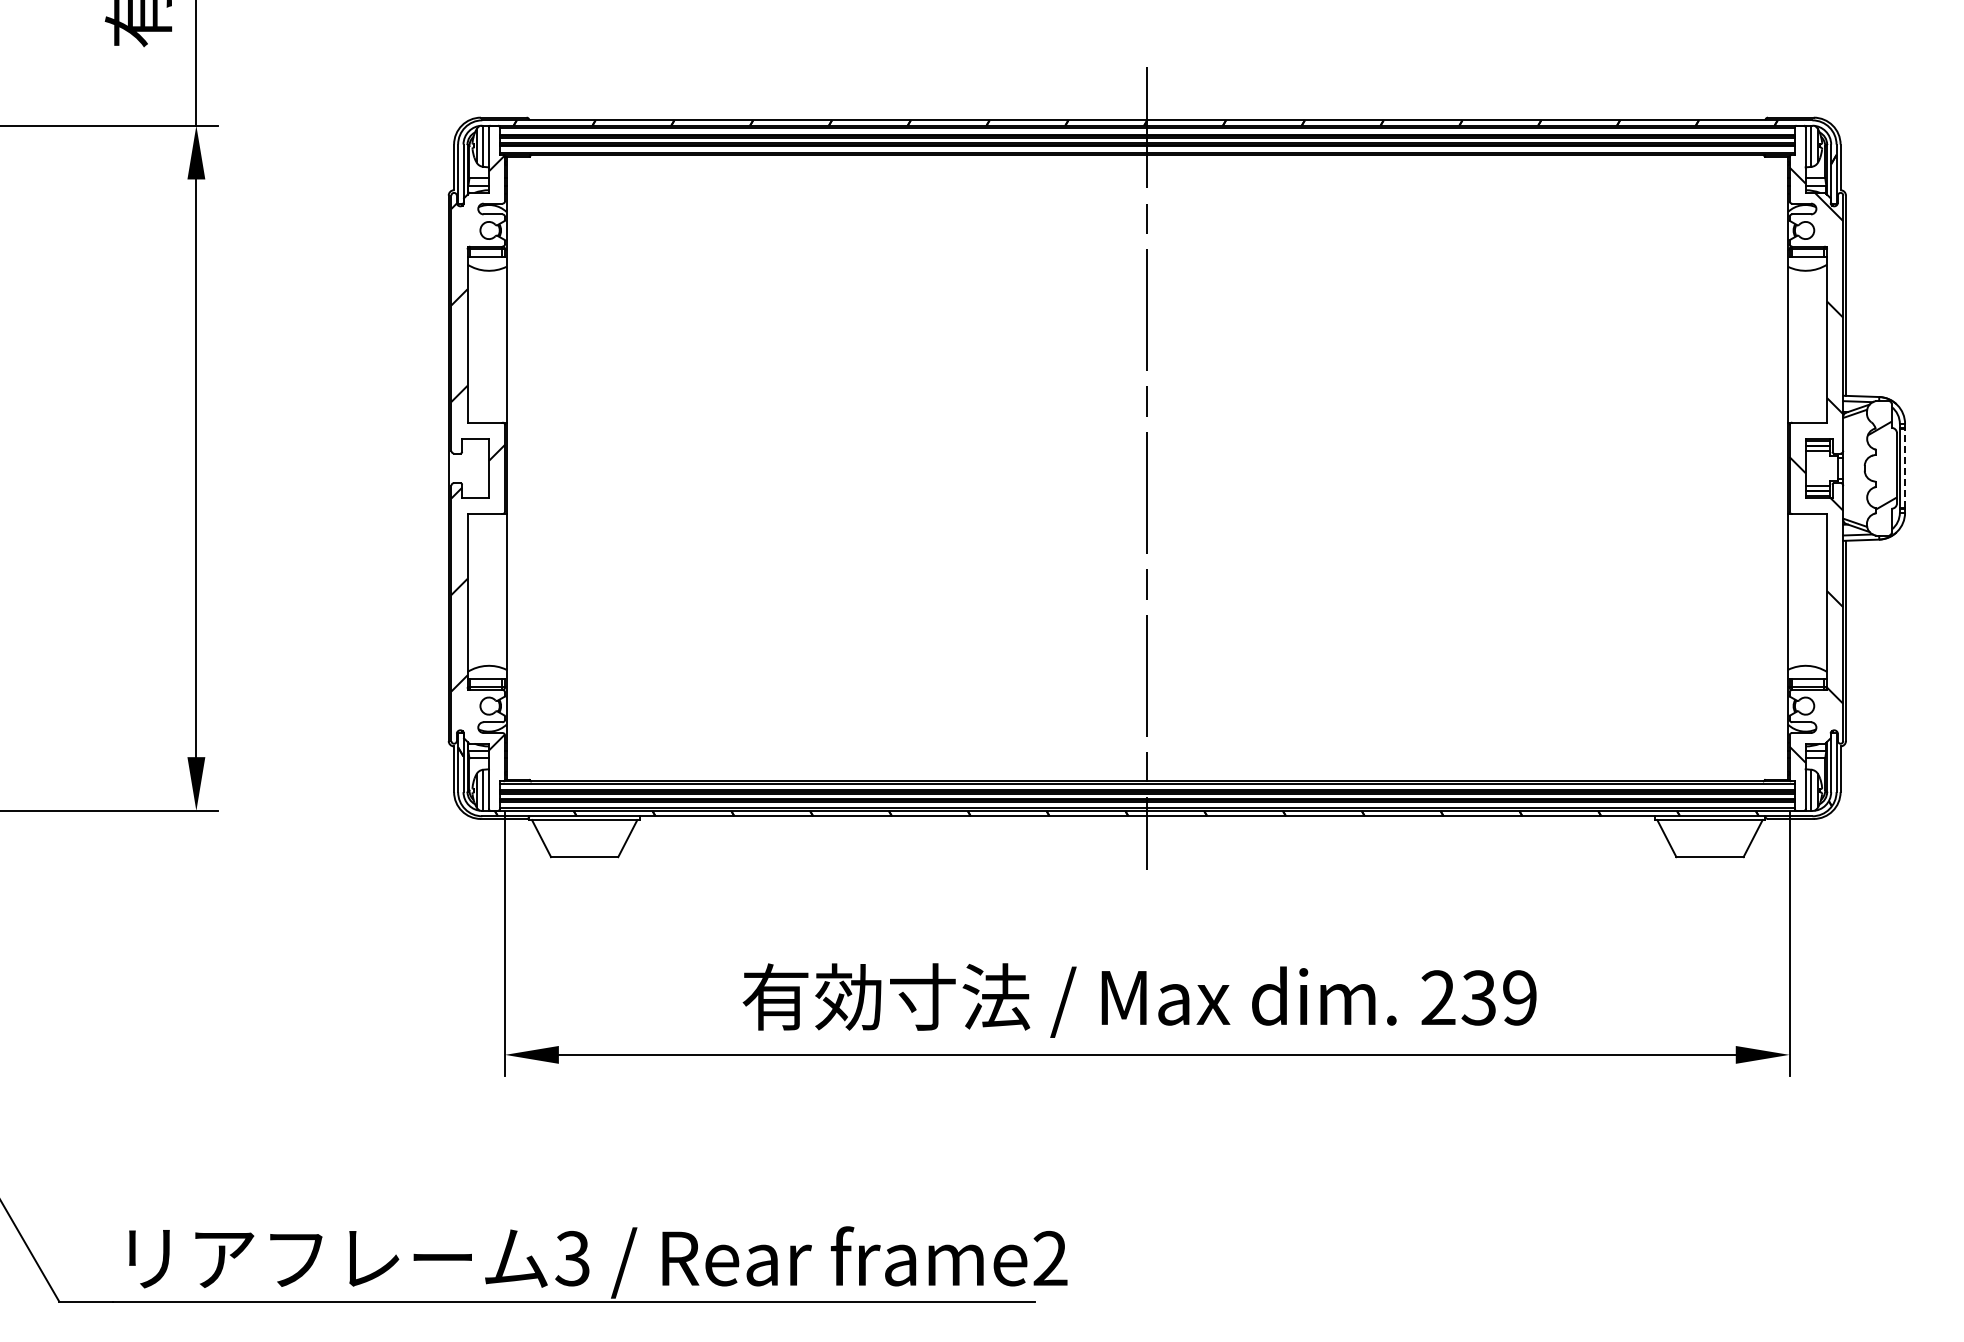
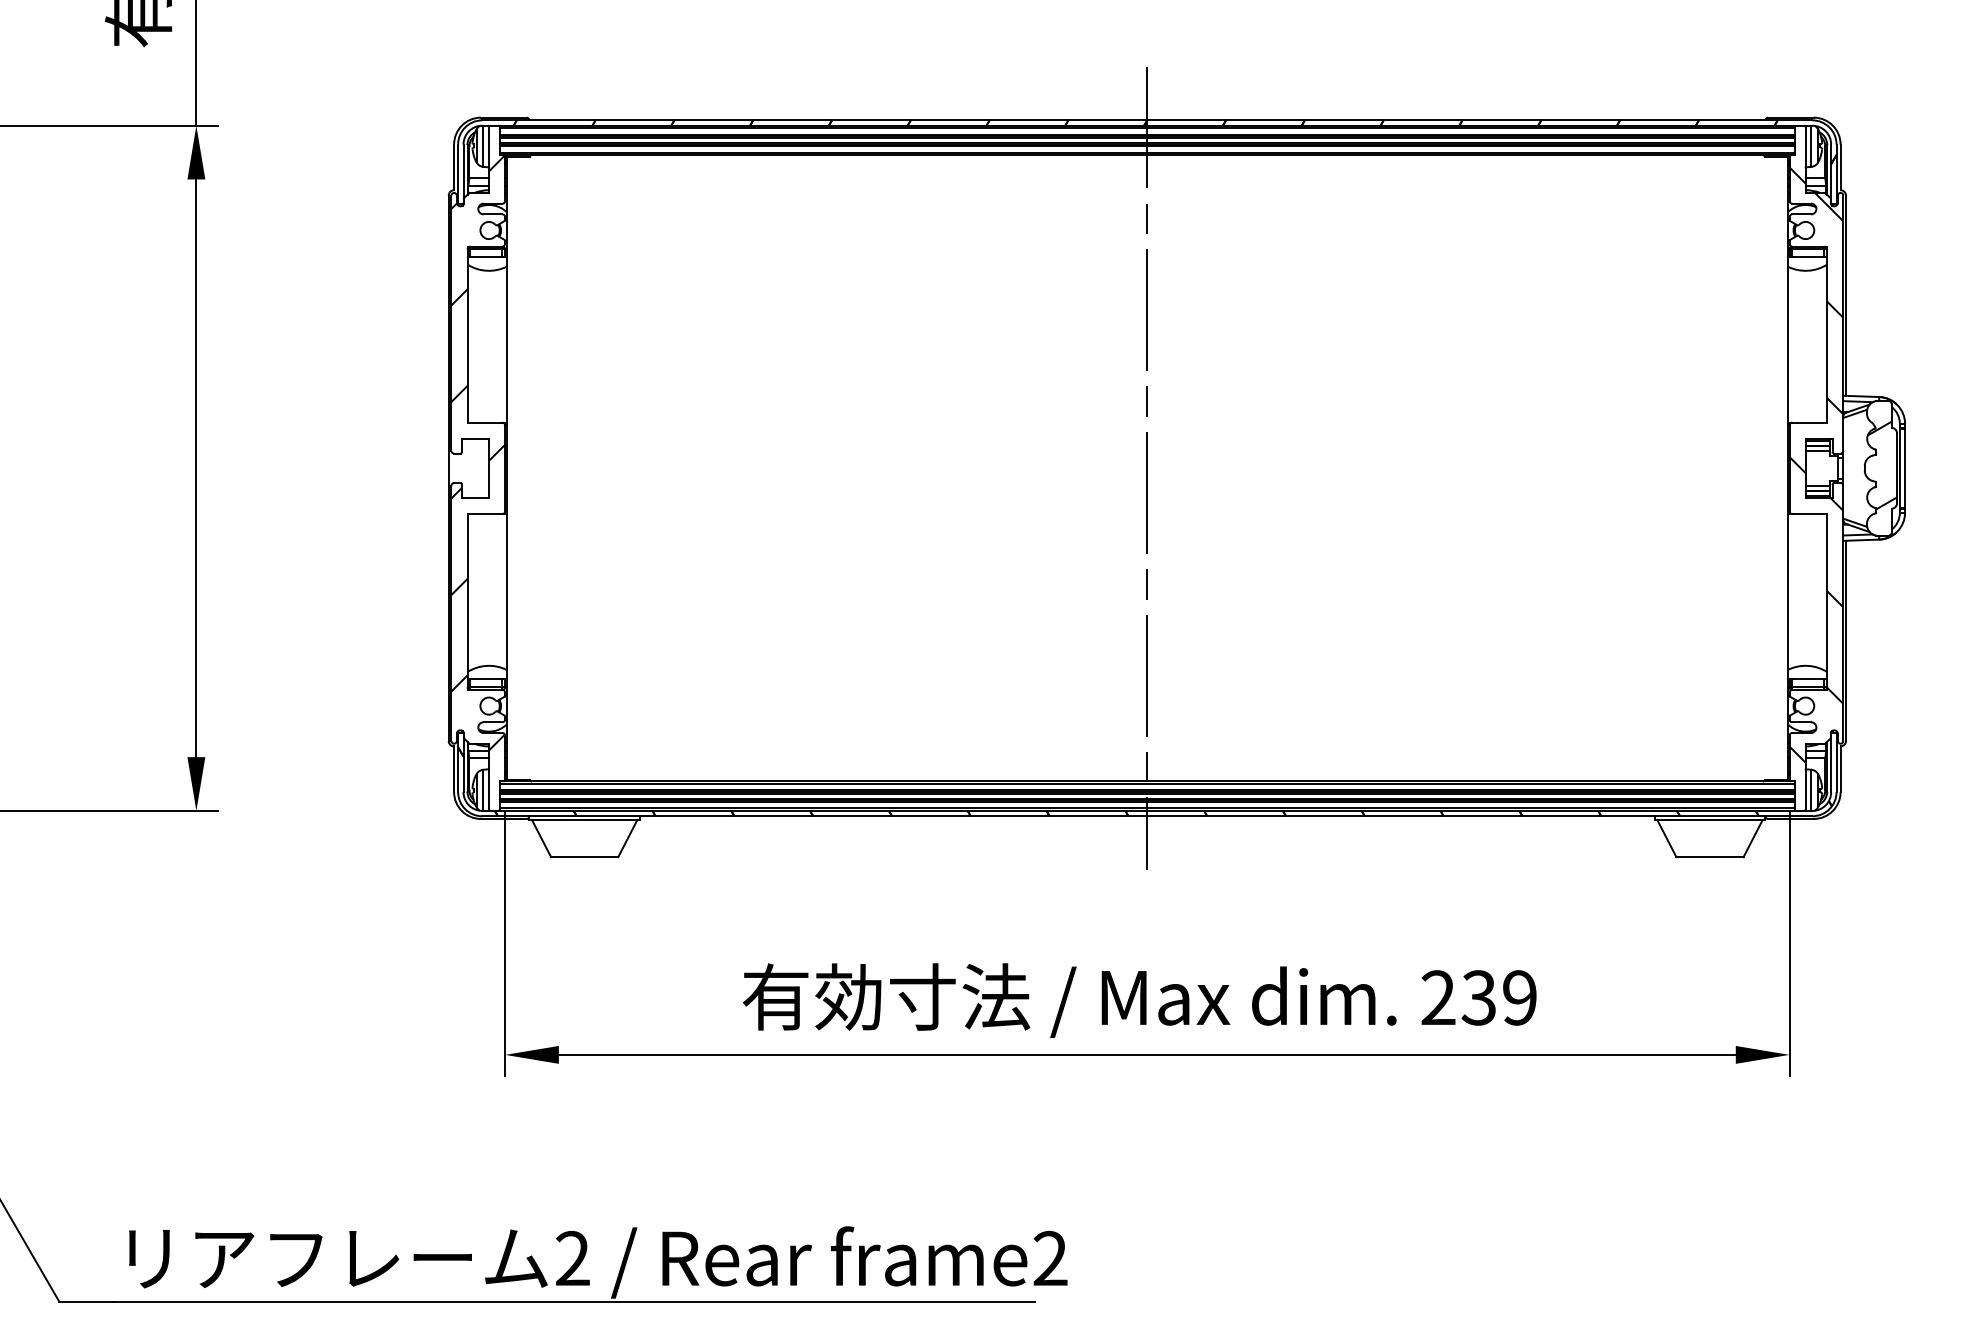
line at (1905, 468): dashed -> solid
text at (572, 1258): 3 -> 2
